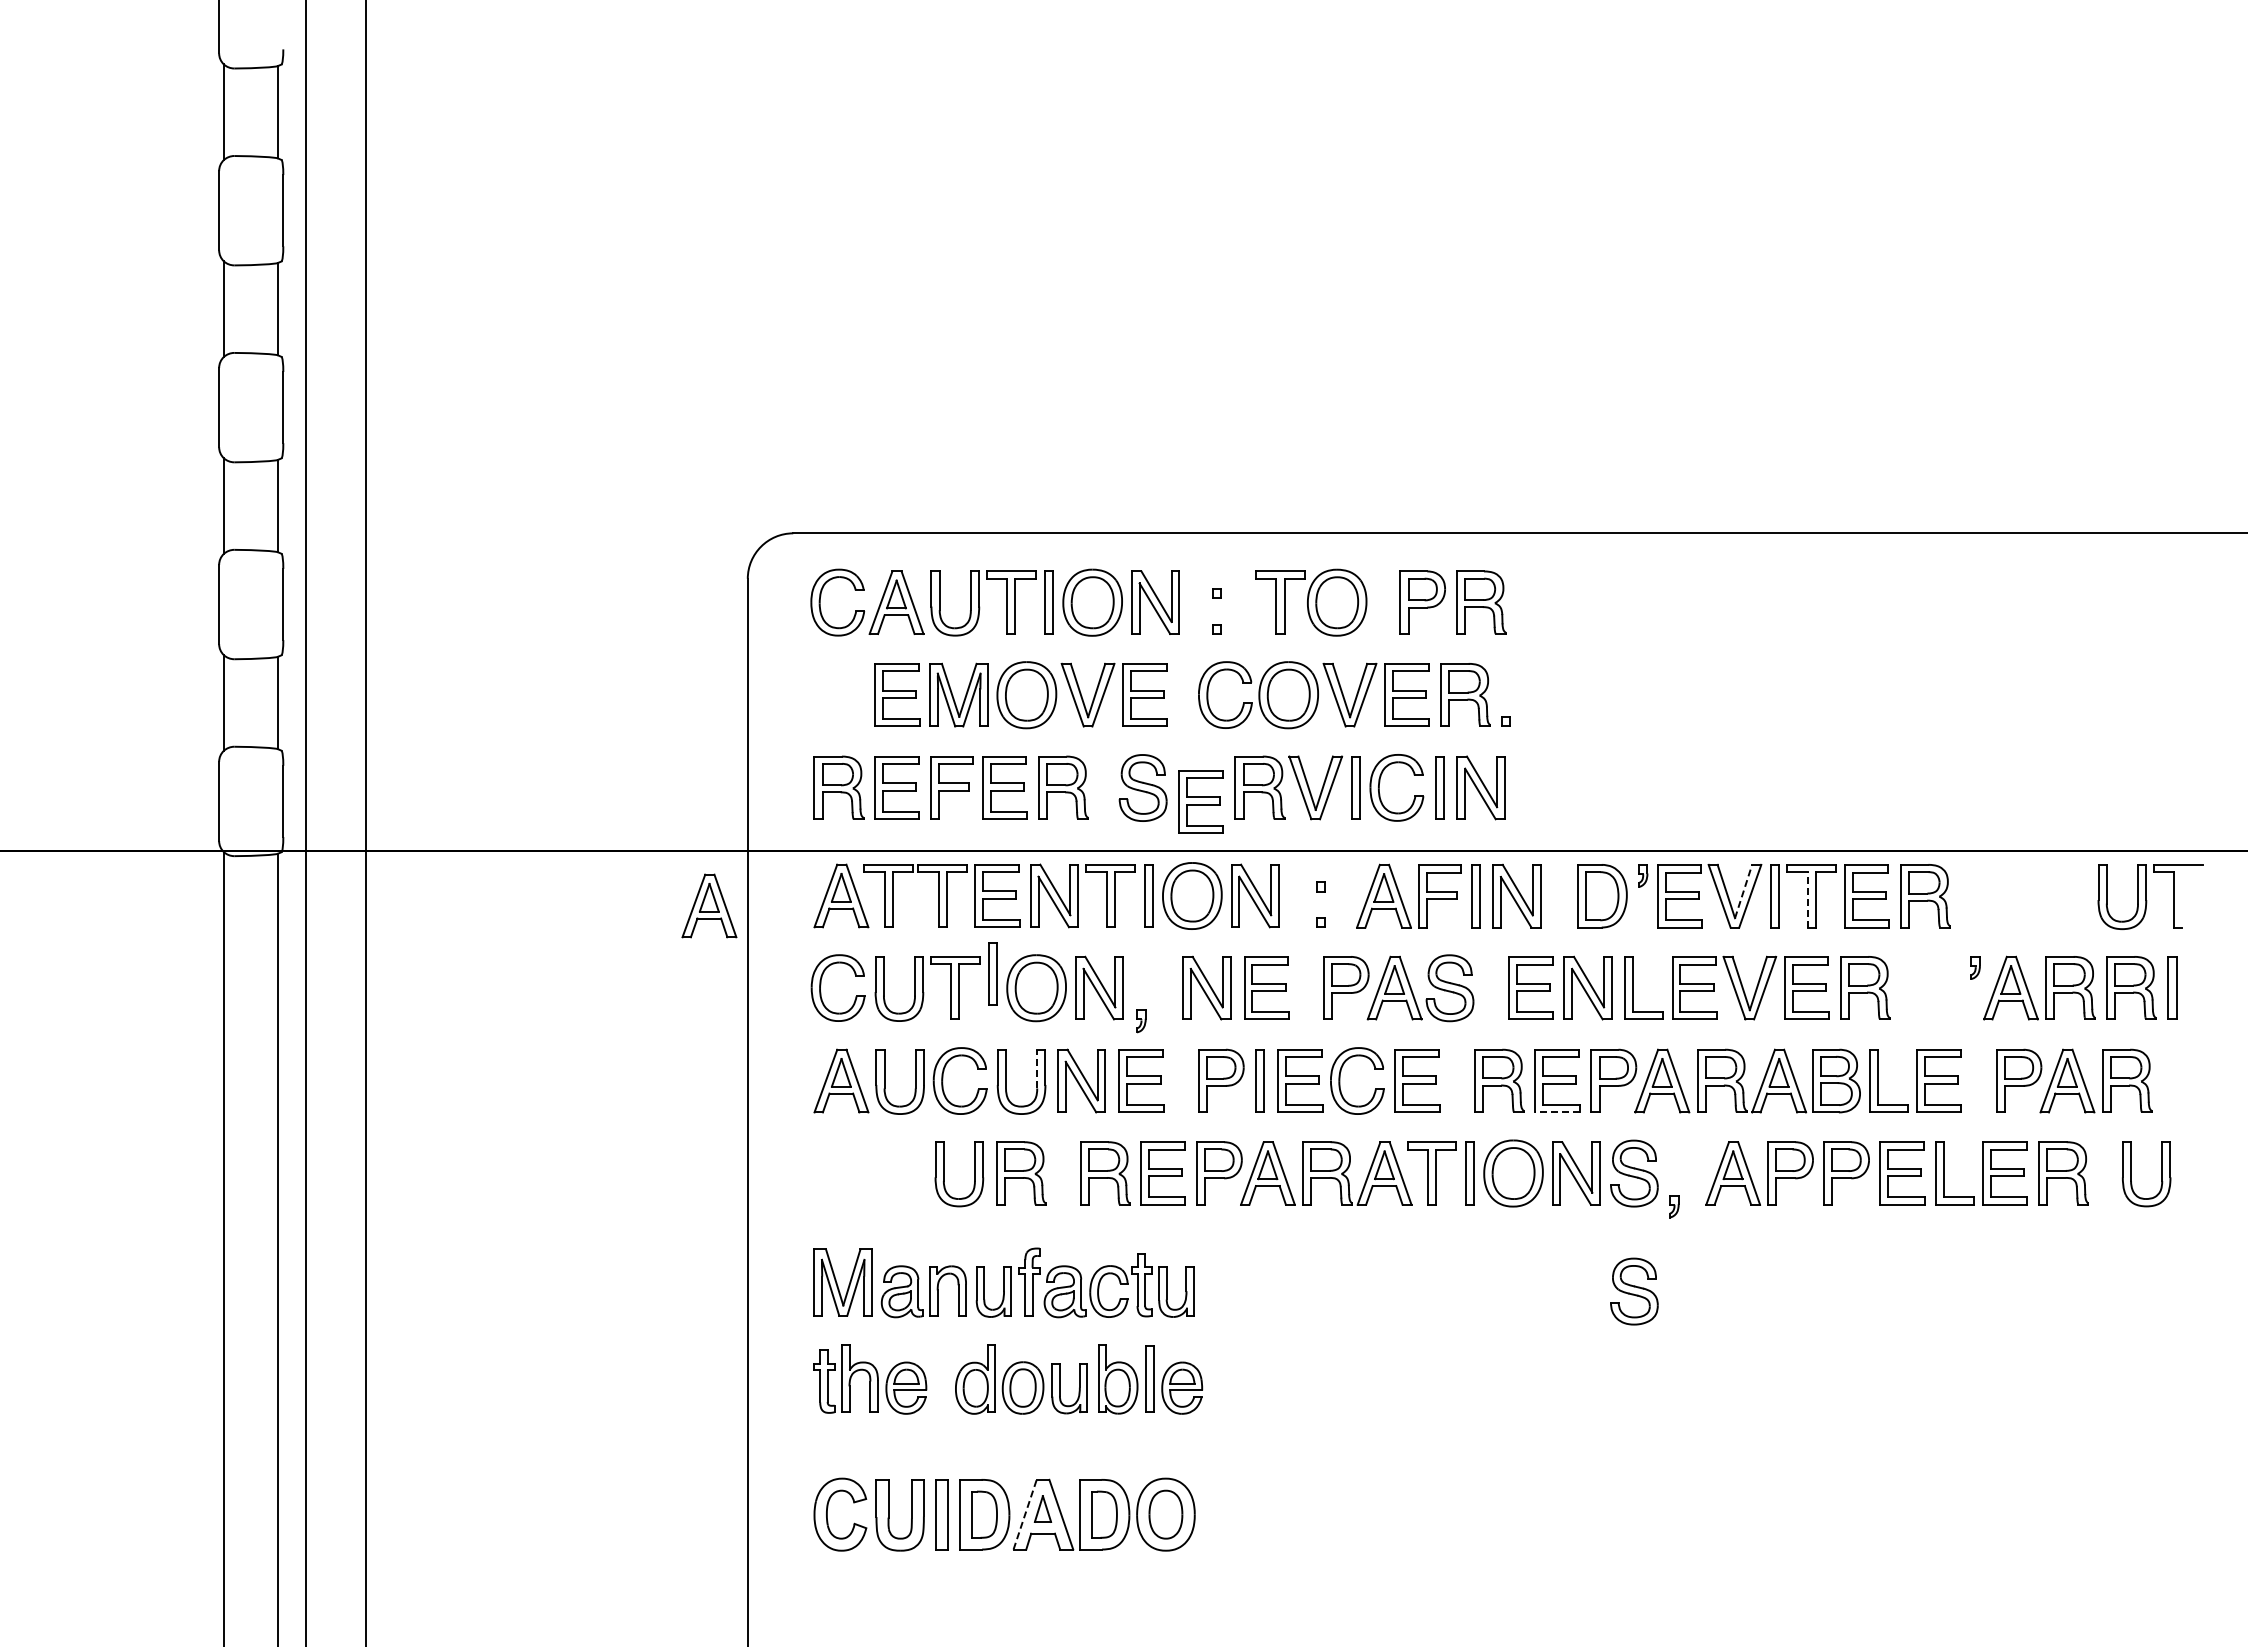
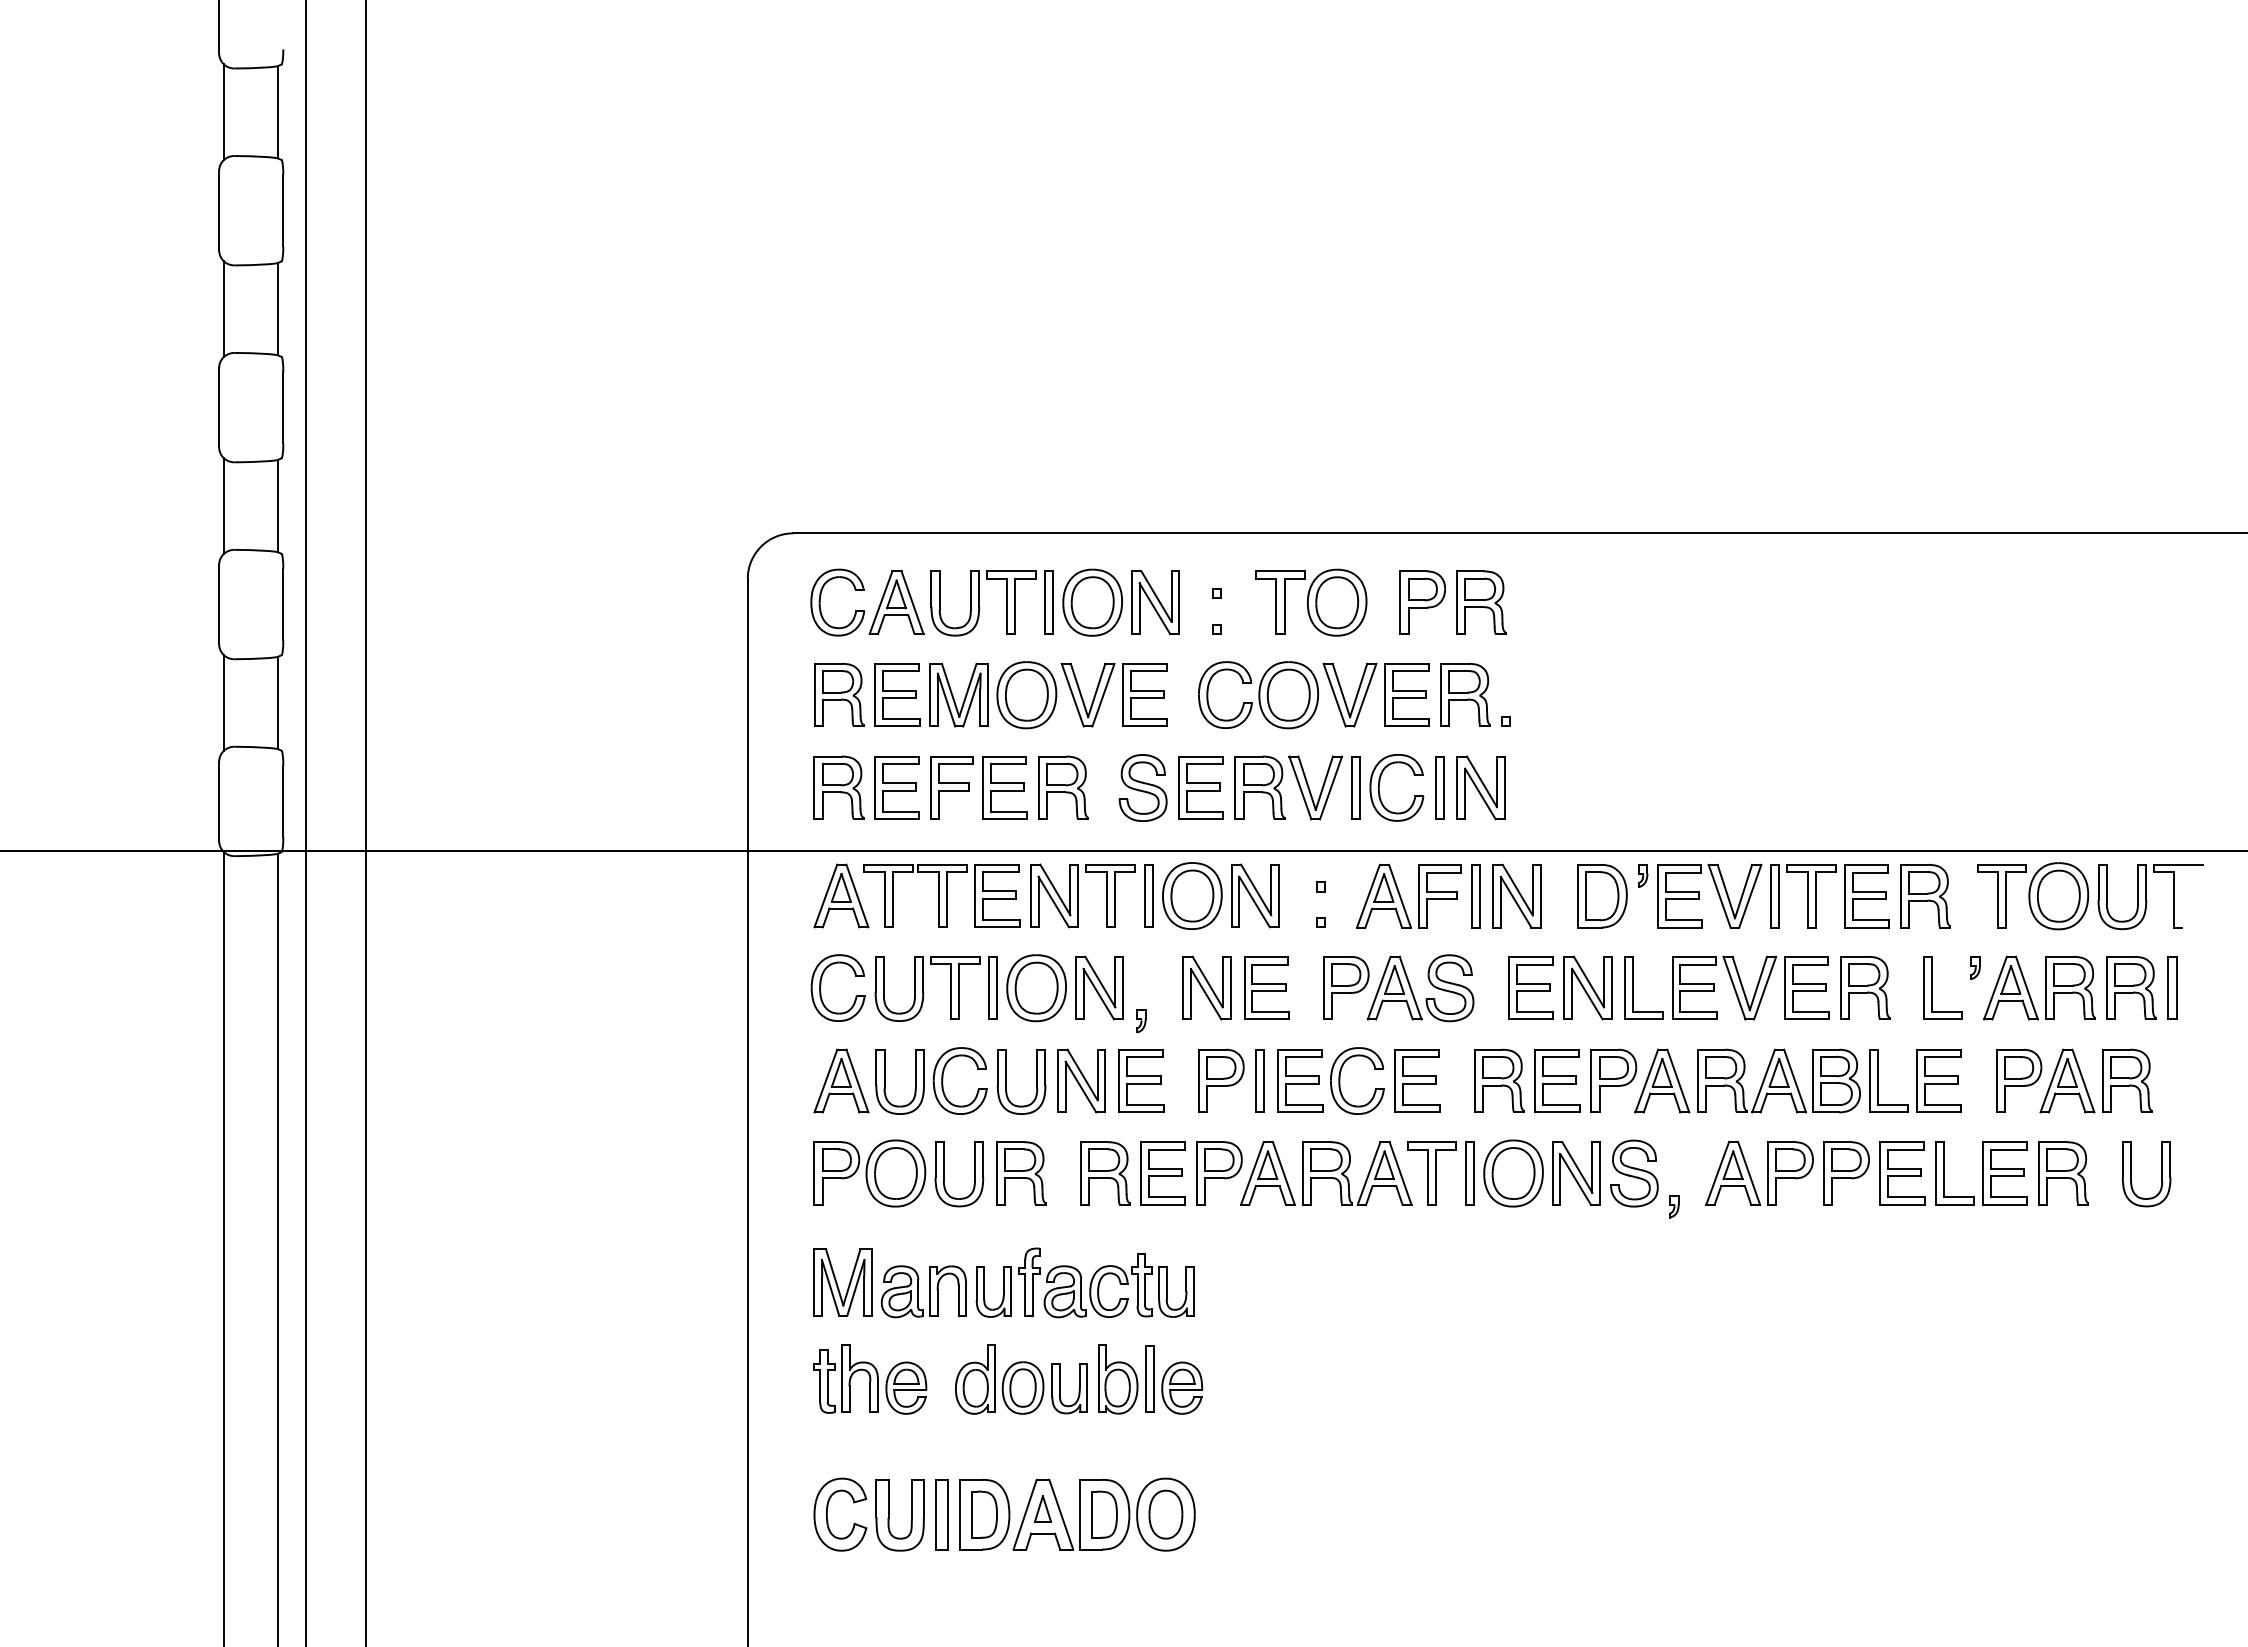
part at (839, 694): none -> present
part at (1200, 801) position: (1200, 801) -> (1200, 787)
line at (1743, 891): dashed -> solid
part at (2033, 896): none -> present
line at (1807, 899): dashed -> solid
part at (709, 905): present -> none
part at (992, 973) position: (992, 973) -> (992, 987)
part at (1932, 987): none -> present
line at (1037, 1068): dashed -> solid
line at (1557, 1112): dashed -> solid
part at (869, 1173): none -> present
part at (1634, 1291): present -> none
line at (1025, 1514): dashed -> solid
